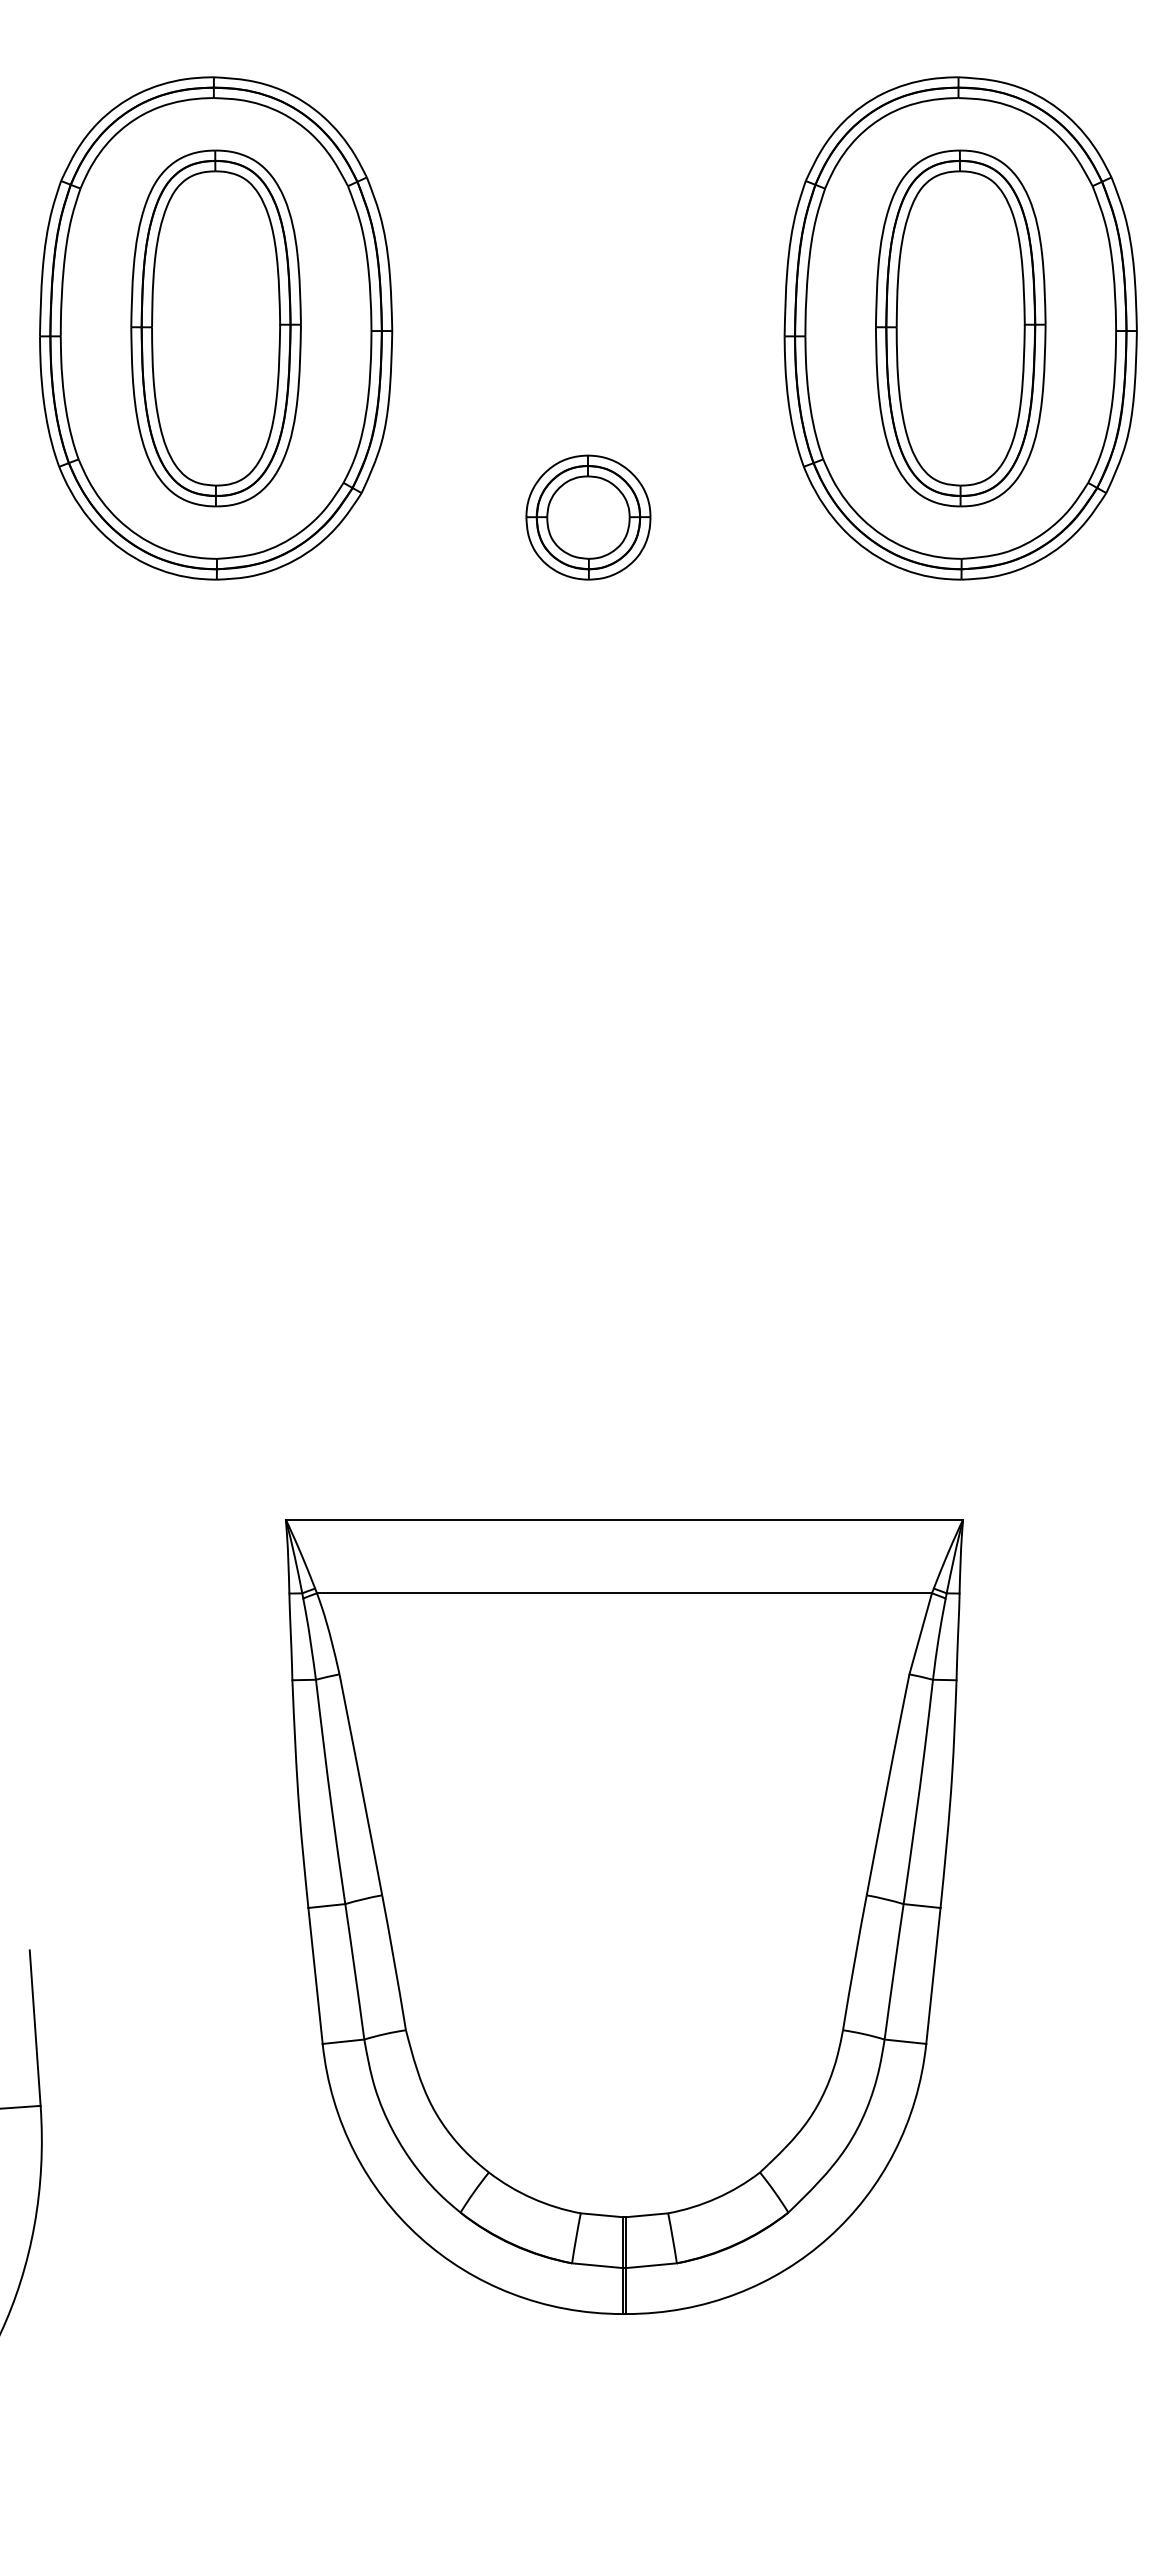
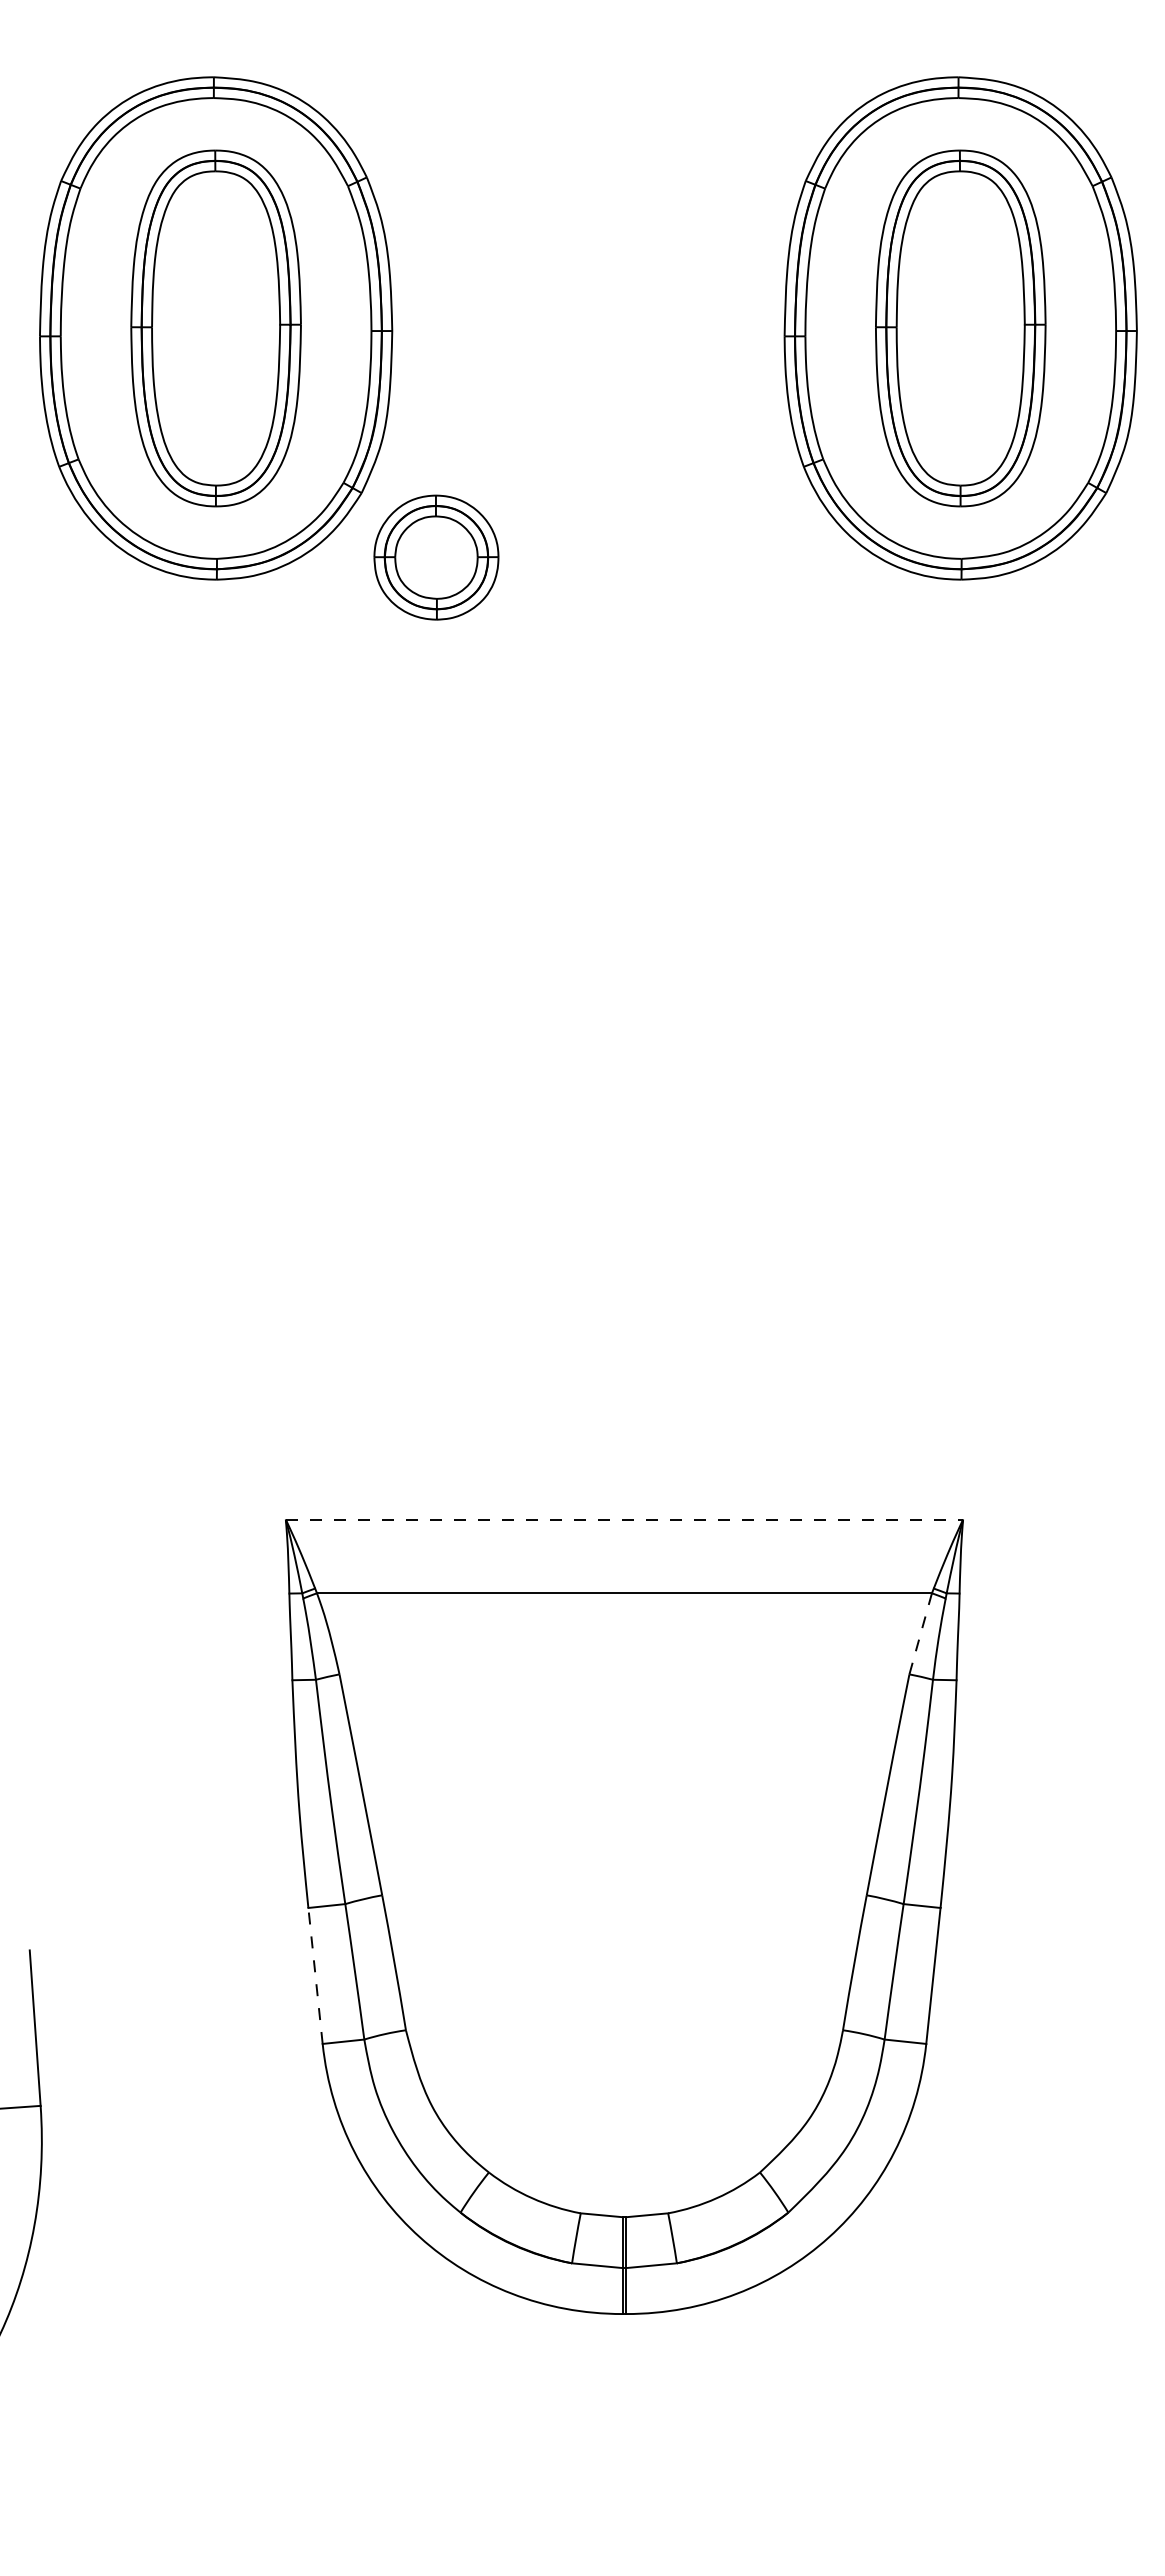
part at (588, 517) position: (588, 517) -> (436, 557)
line at (624, 1519): solid -> dashed
line at (920, 1633): solid -> dashed
line at (315, 1975): solid -> dashed
